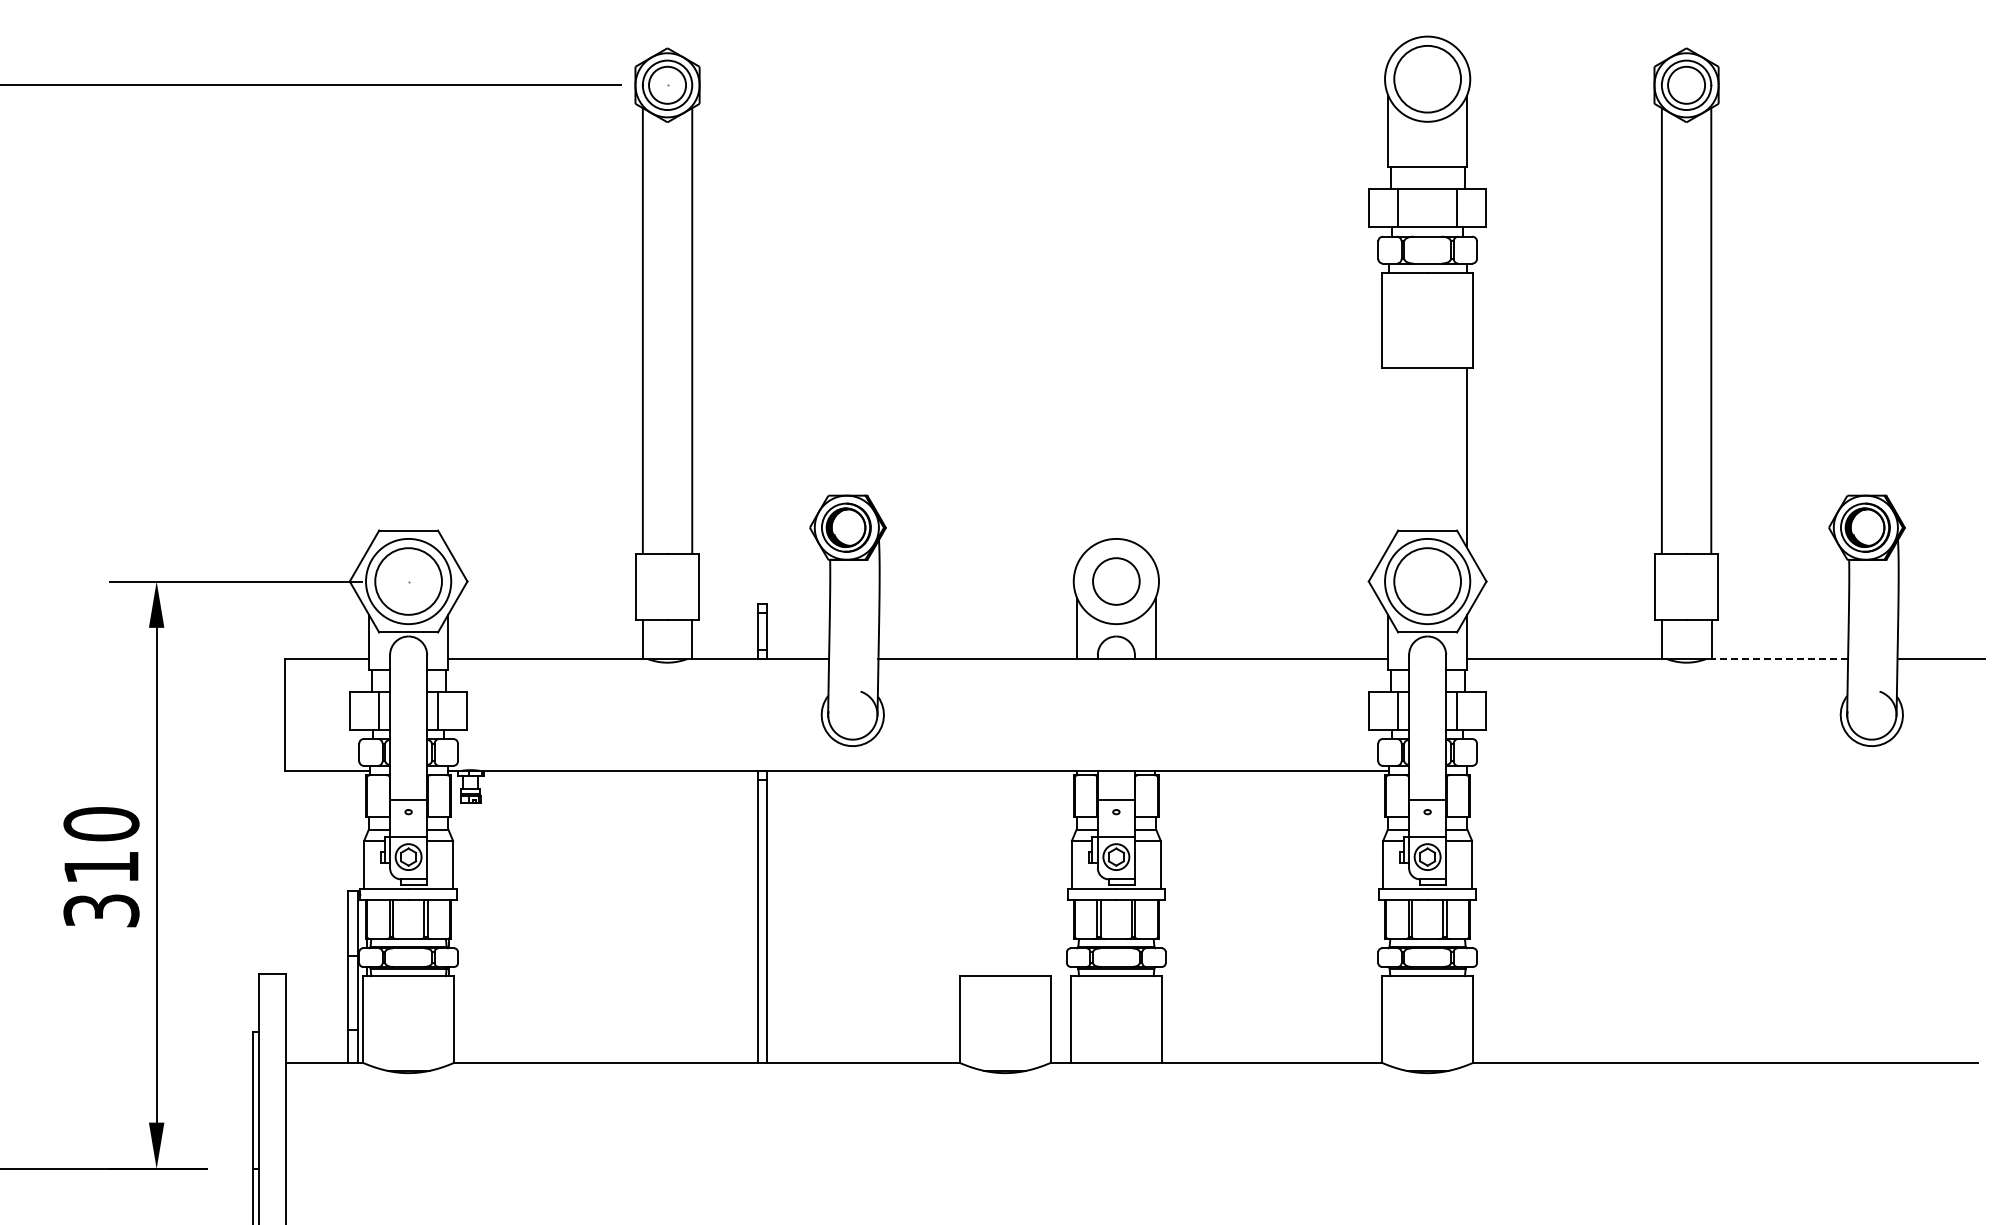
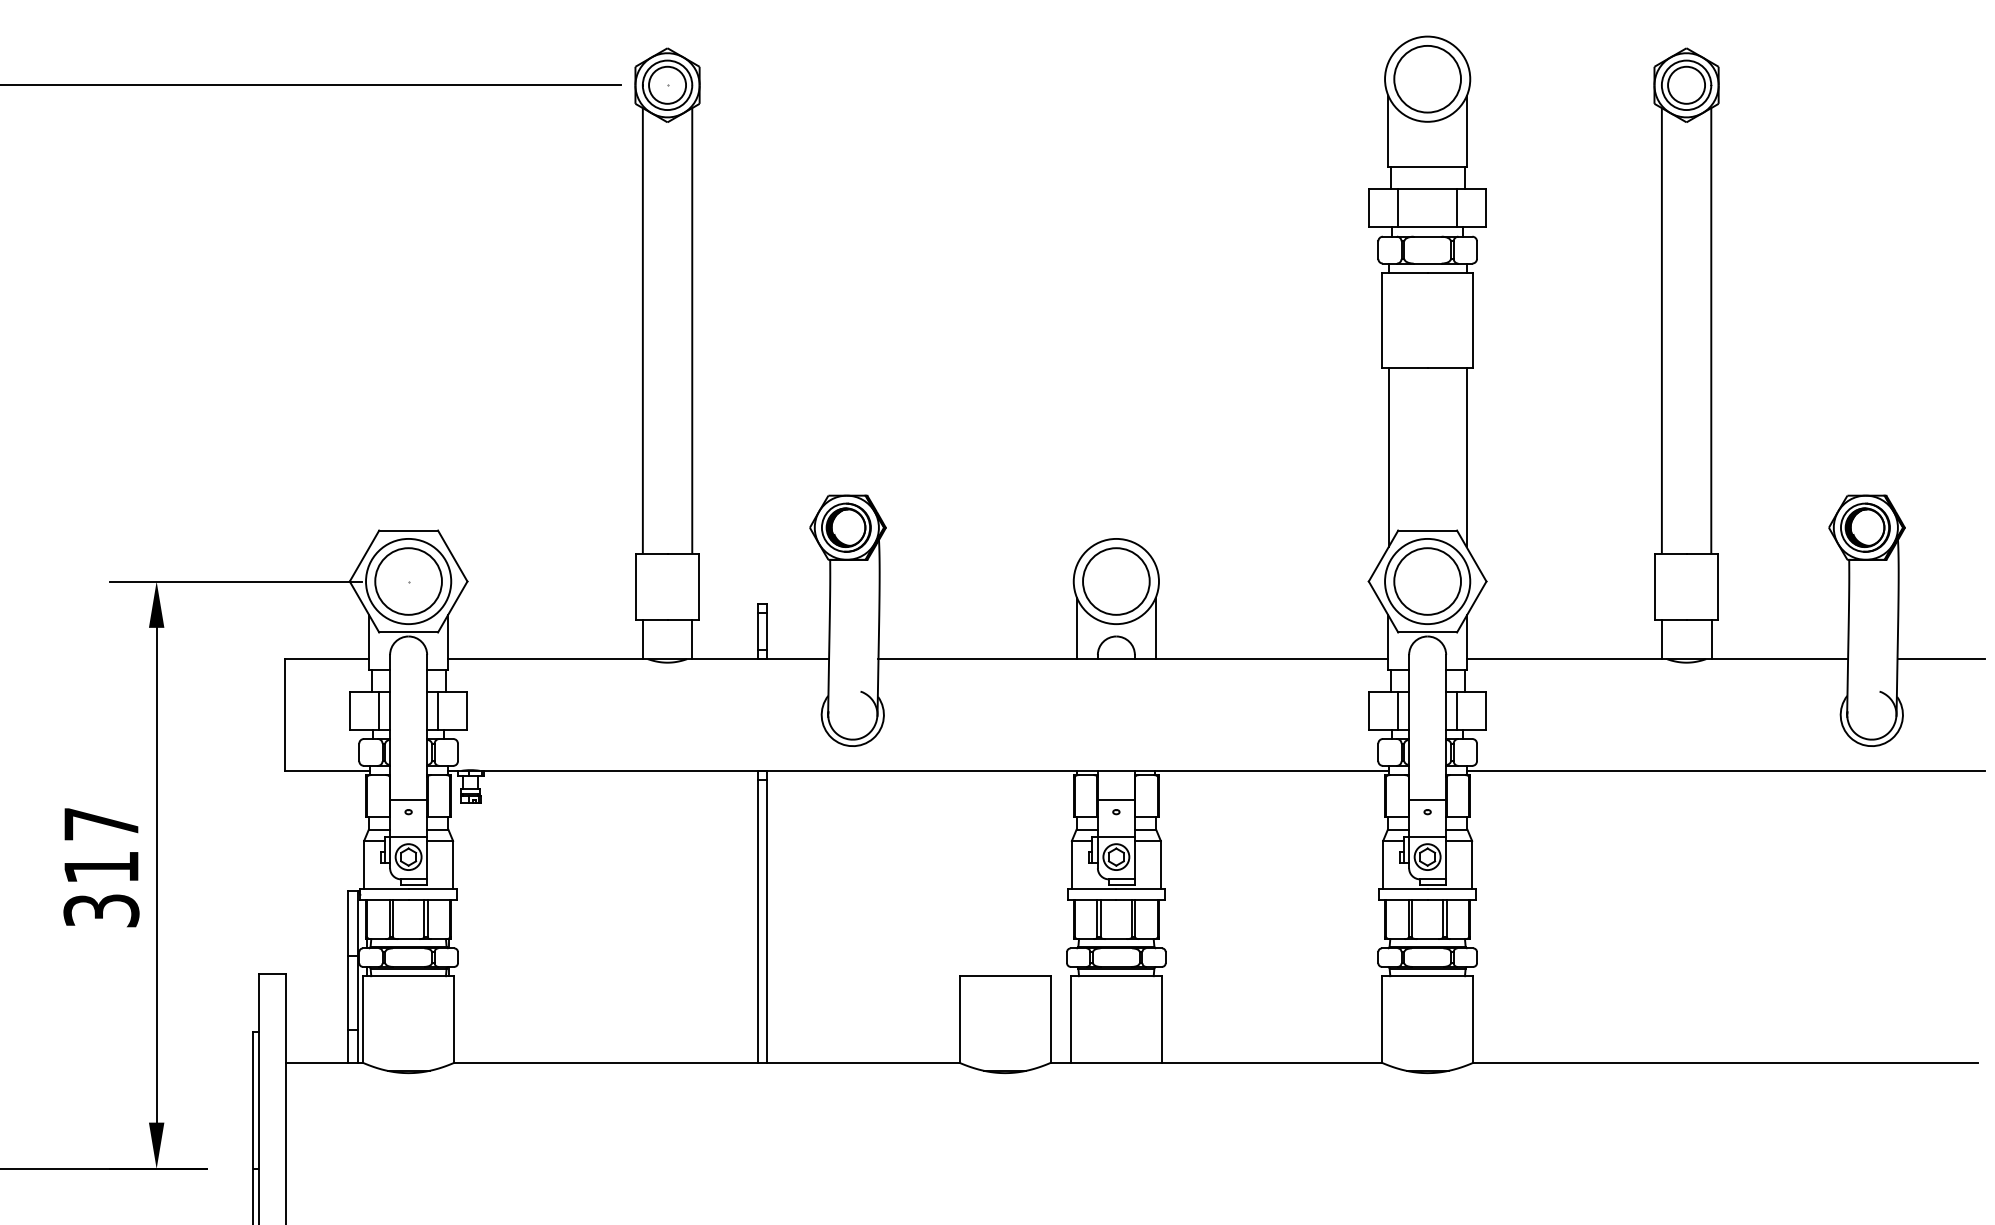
line at (1388, 457): none -> present
circle at (1116, 581) diameter: 47 px -> 67 px
line at (1779, 659): dashed -> solid
line at (1725, 770): none -> present
text at (101, 824): 310 -> 317
